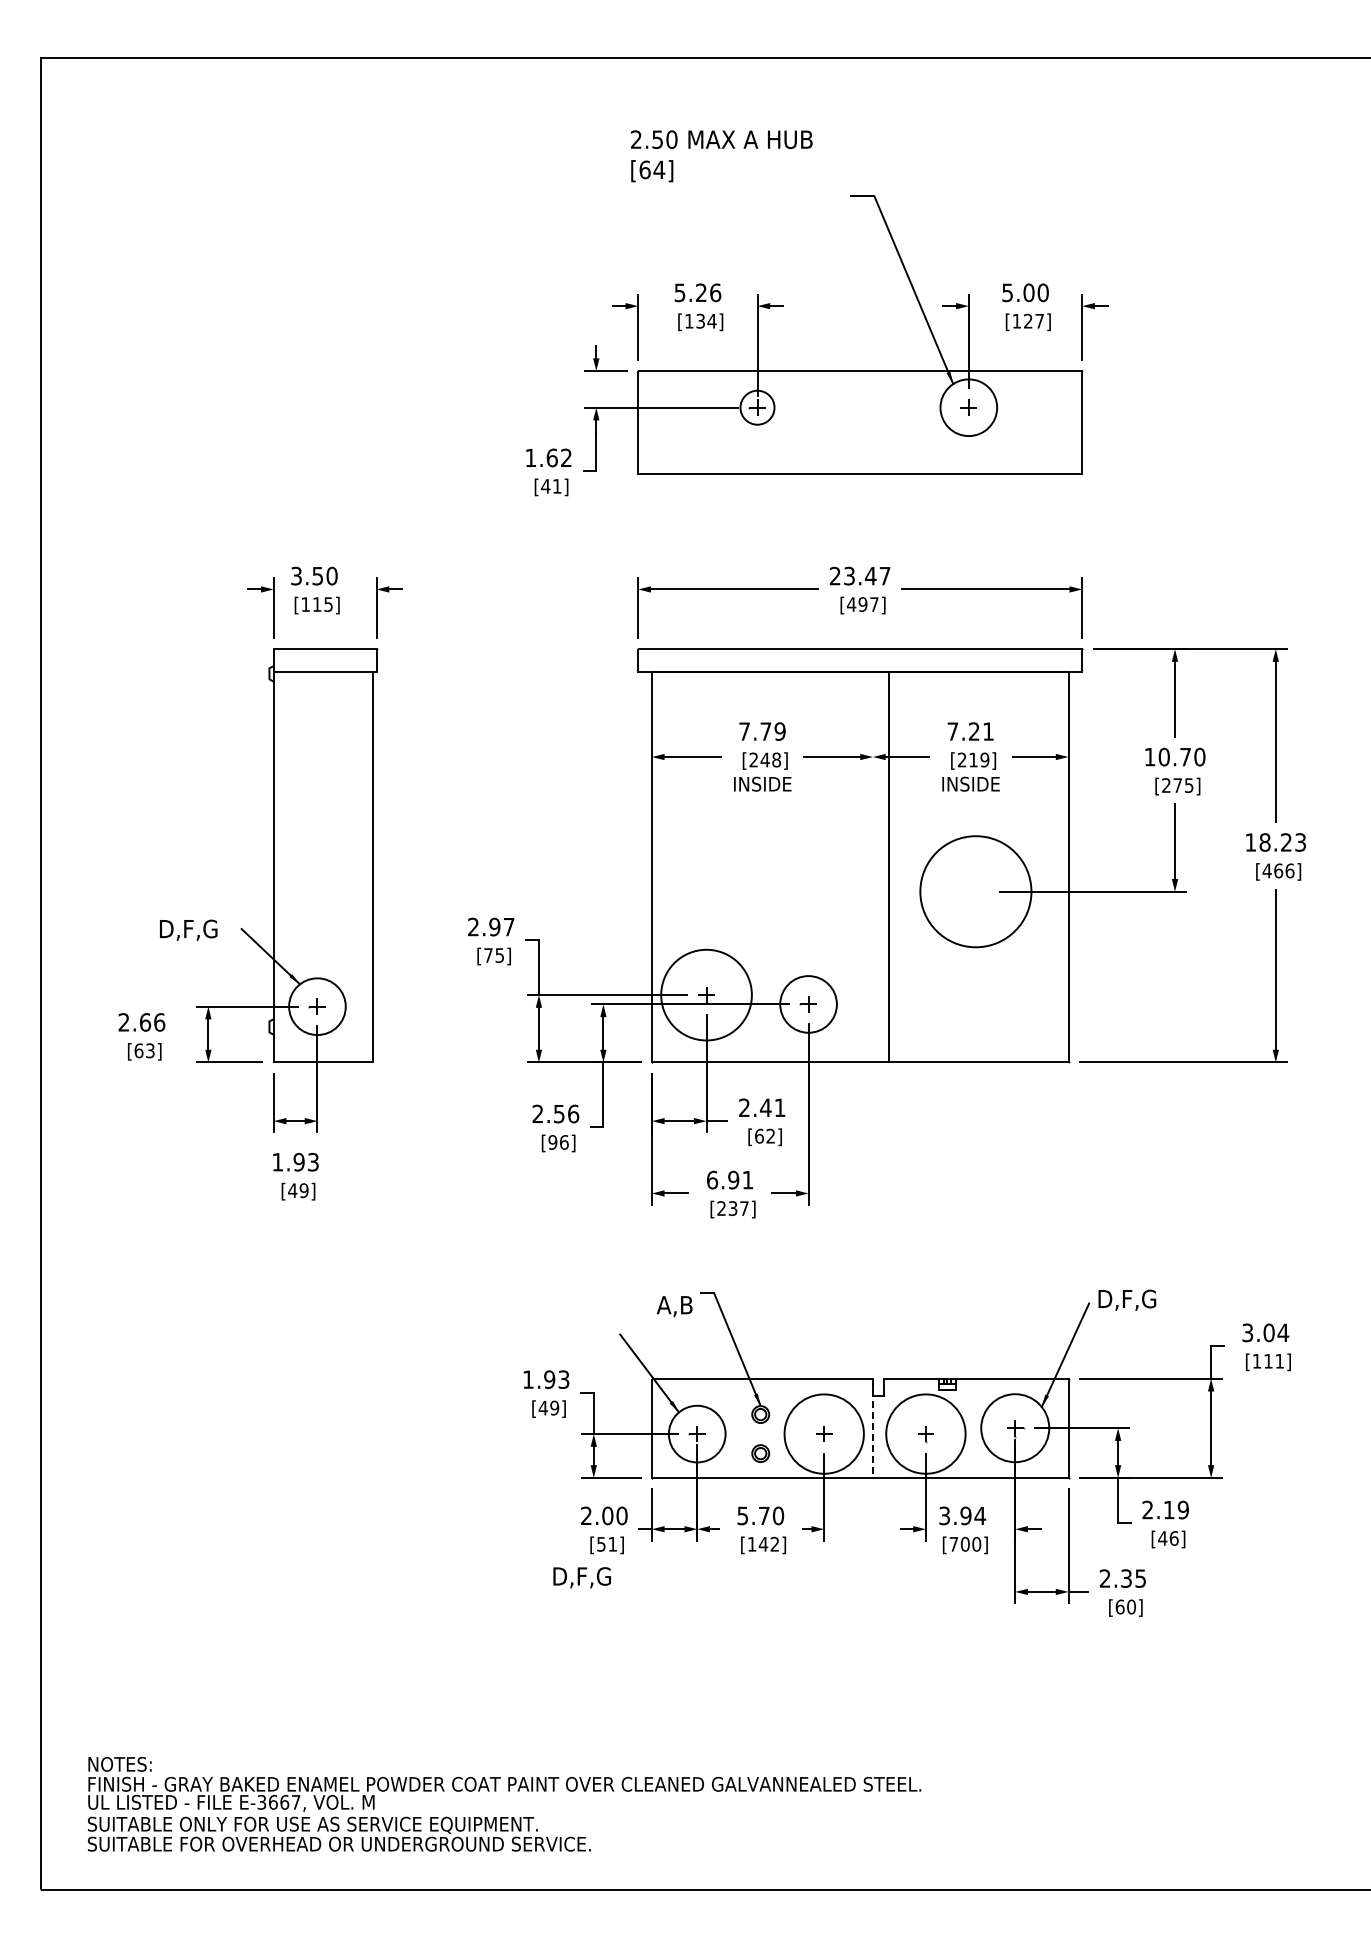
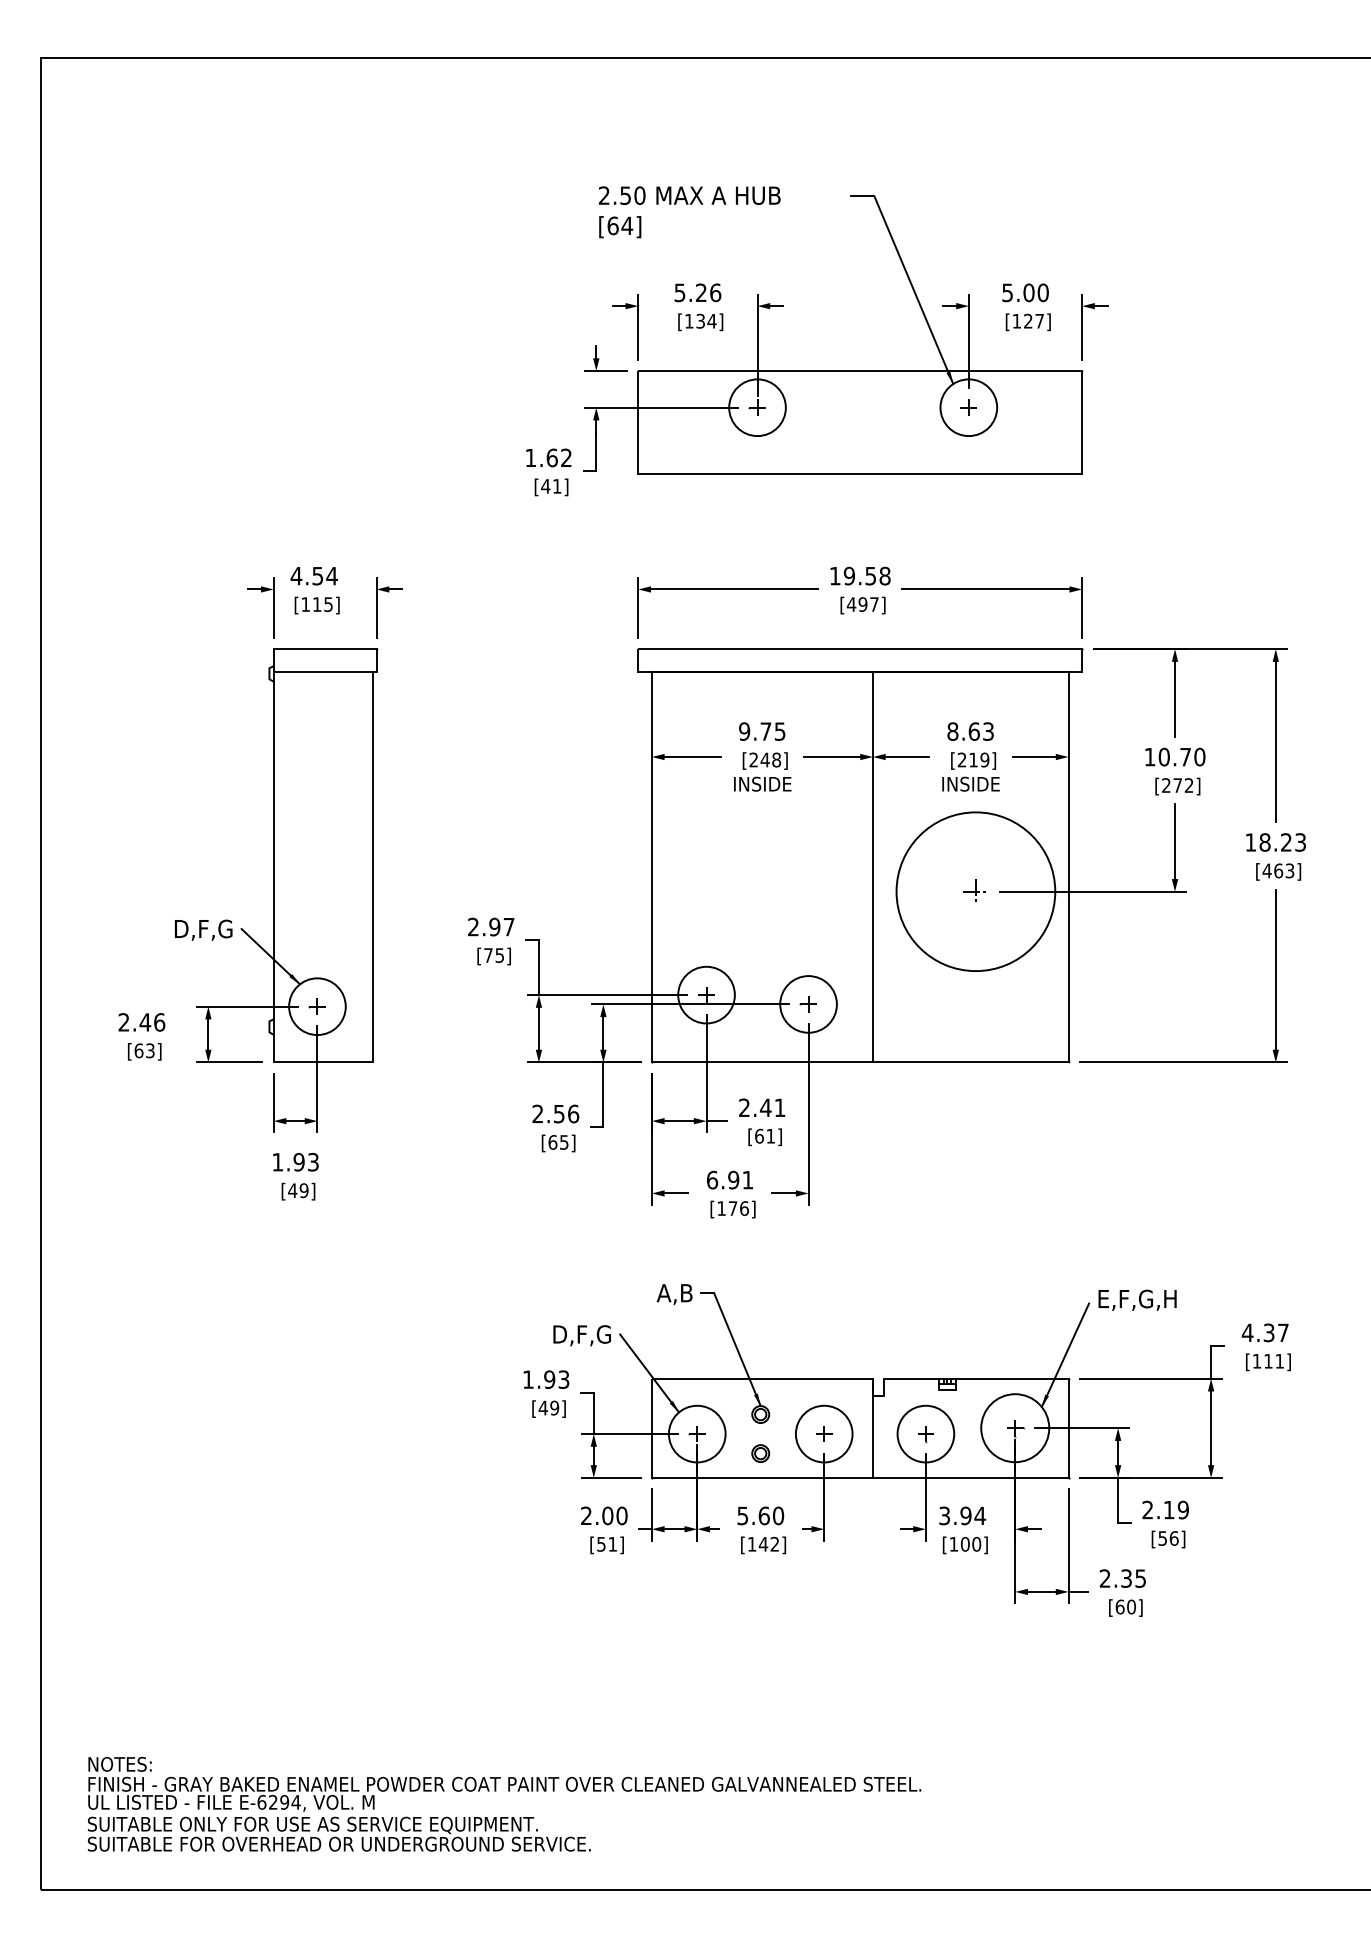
text at (721, 156) position: (721, 156) -> (689, 212)
circle at (757, 407) diameter: 34 px -> 57 px
text at (313, 575): 3.50 -> 4.54
text at (859, 575): 23.47 -> 19.58
text at (762, 731): 7.79 -> 9.75
text at (970, 731): 7.21 -> 8.63
text at (1189, 785): [275] -> [272]
line at (888, 866) position: (888, 866) -> (872, 866)
text at (1289, 870): [466] -> [463]
part at (974, 890): none -> present
circle at (975, 891) diameter: 111 px -> 159 px
text at (188, 929) position: (188, 929) -> (203, 929)
circle at (706, 994) diameter: 91 px -> 57 px
text at (145, 1022): 2.66 -> 2.46
text at (770, 1135): [62] -> [61]
text at (558, 1142): [96] -> [65]
text at (732, 1208): [237] -> [176]
text at (1138, 1299): D,F,G -> E,F,G,H
text at (674, 1306) position: (674, 1306) -> (674, 1294)
text at (1265, 1332): 3.04 -> 4.37
line at (872, 1428): dashed -> solid
circle at (823, 1433) diameter: 79 px -> 57 px
circle at (925, 1433) diameter: 79 px -> 57 px
text at (763, 1515): 5.70 -> 5.60
text at (1162, 1538): [46] -> [56]
text at (953, 1544): [700] -> [100]
text at (581, 1577) position: (581, 1577) -> (581, 1335)
text at (278, 1801): E-3667, -> E-6294,
